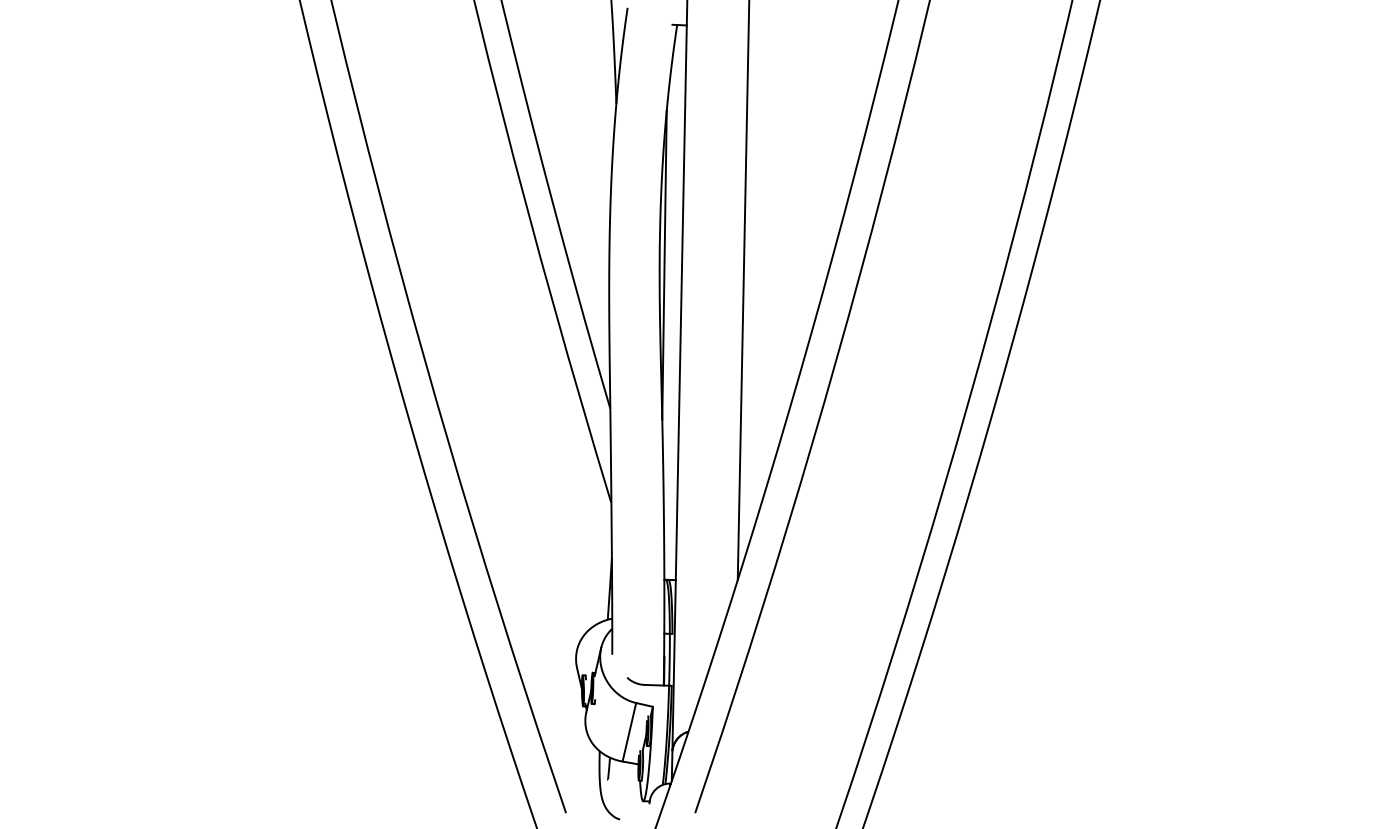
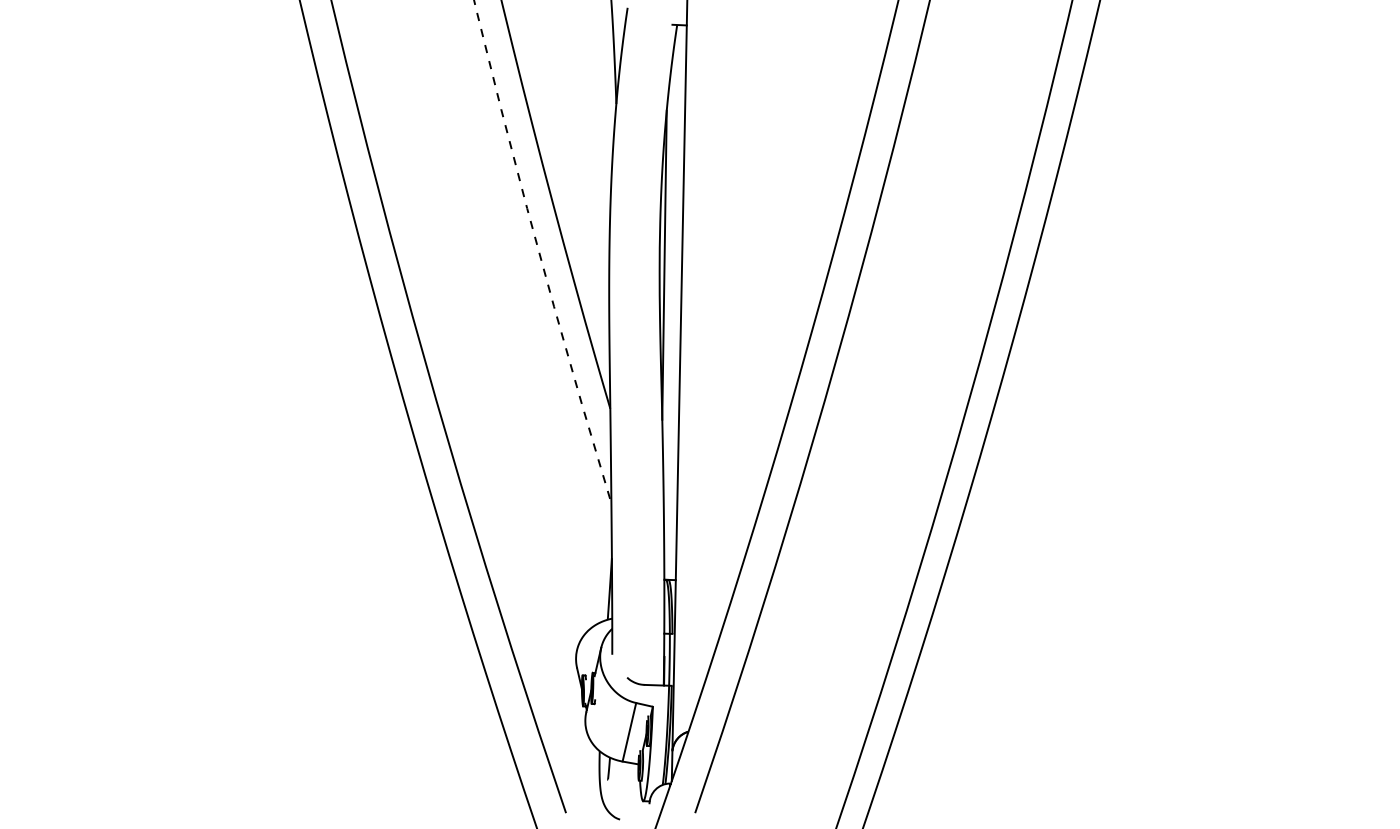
arc at (539, 251): solid -> dashed
line at (743, 290): present -> none
